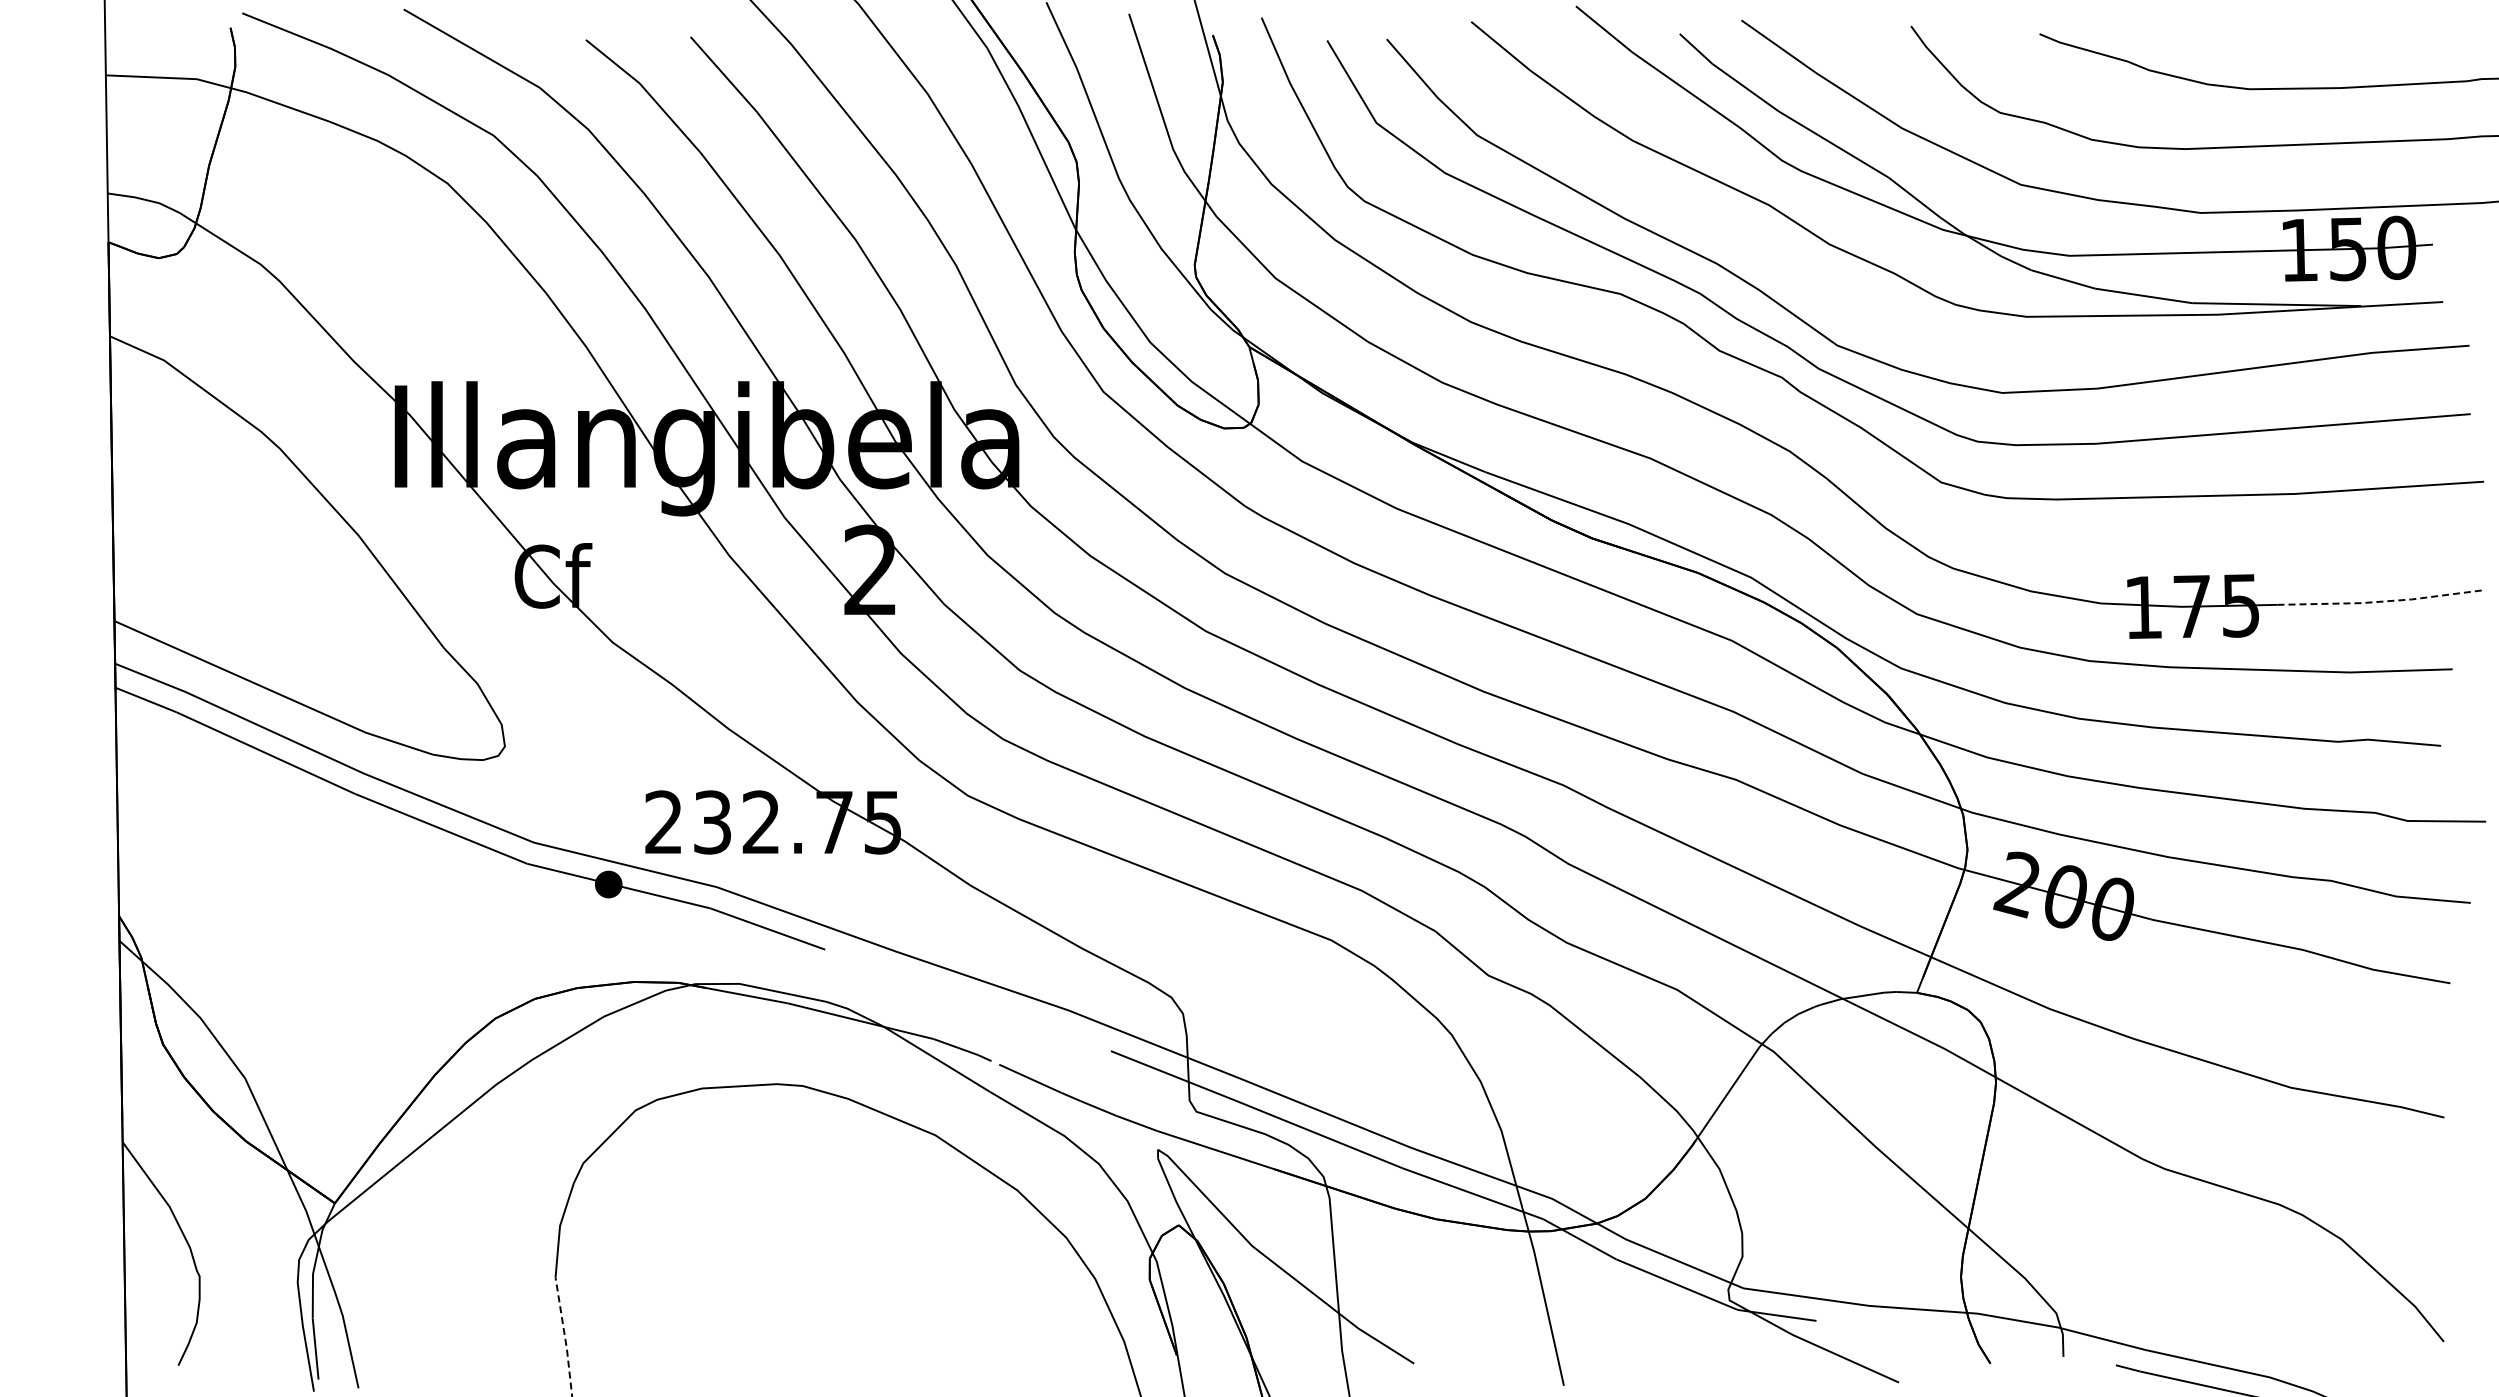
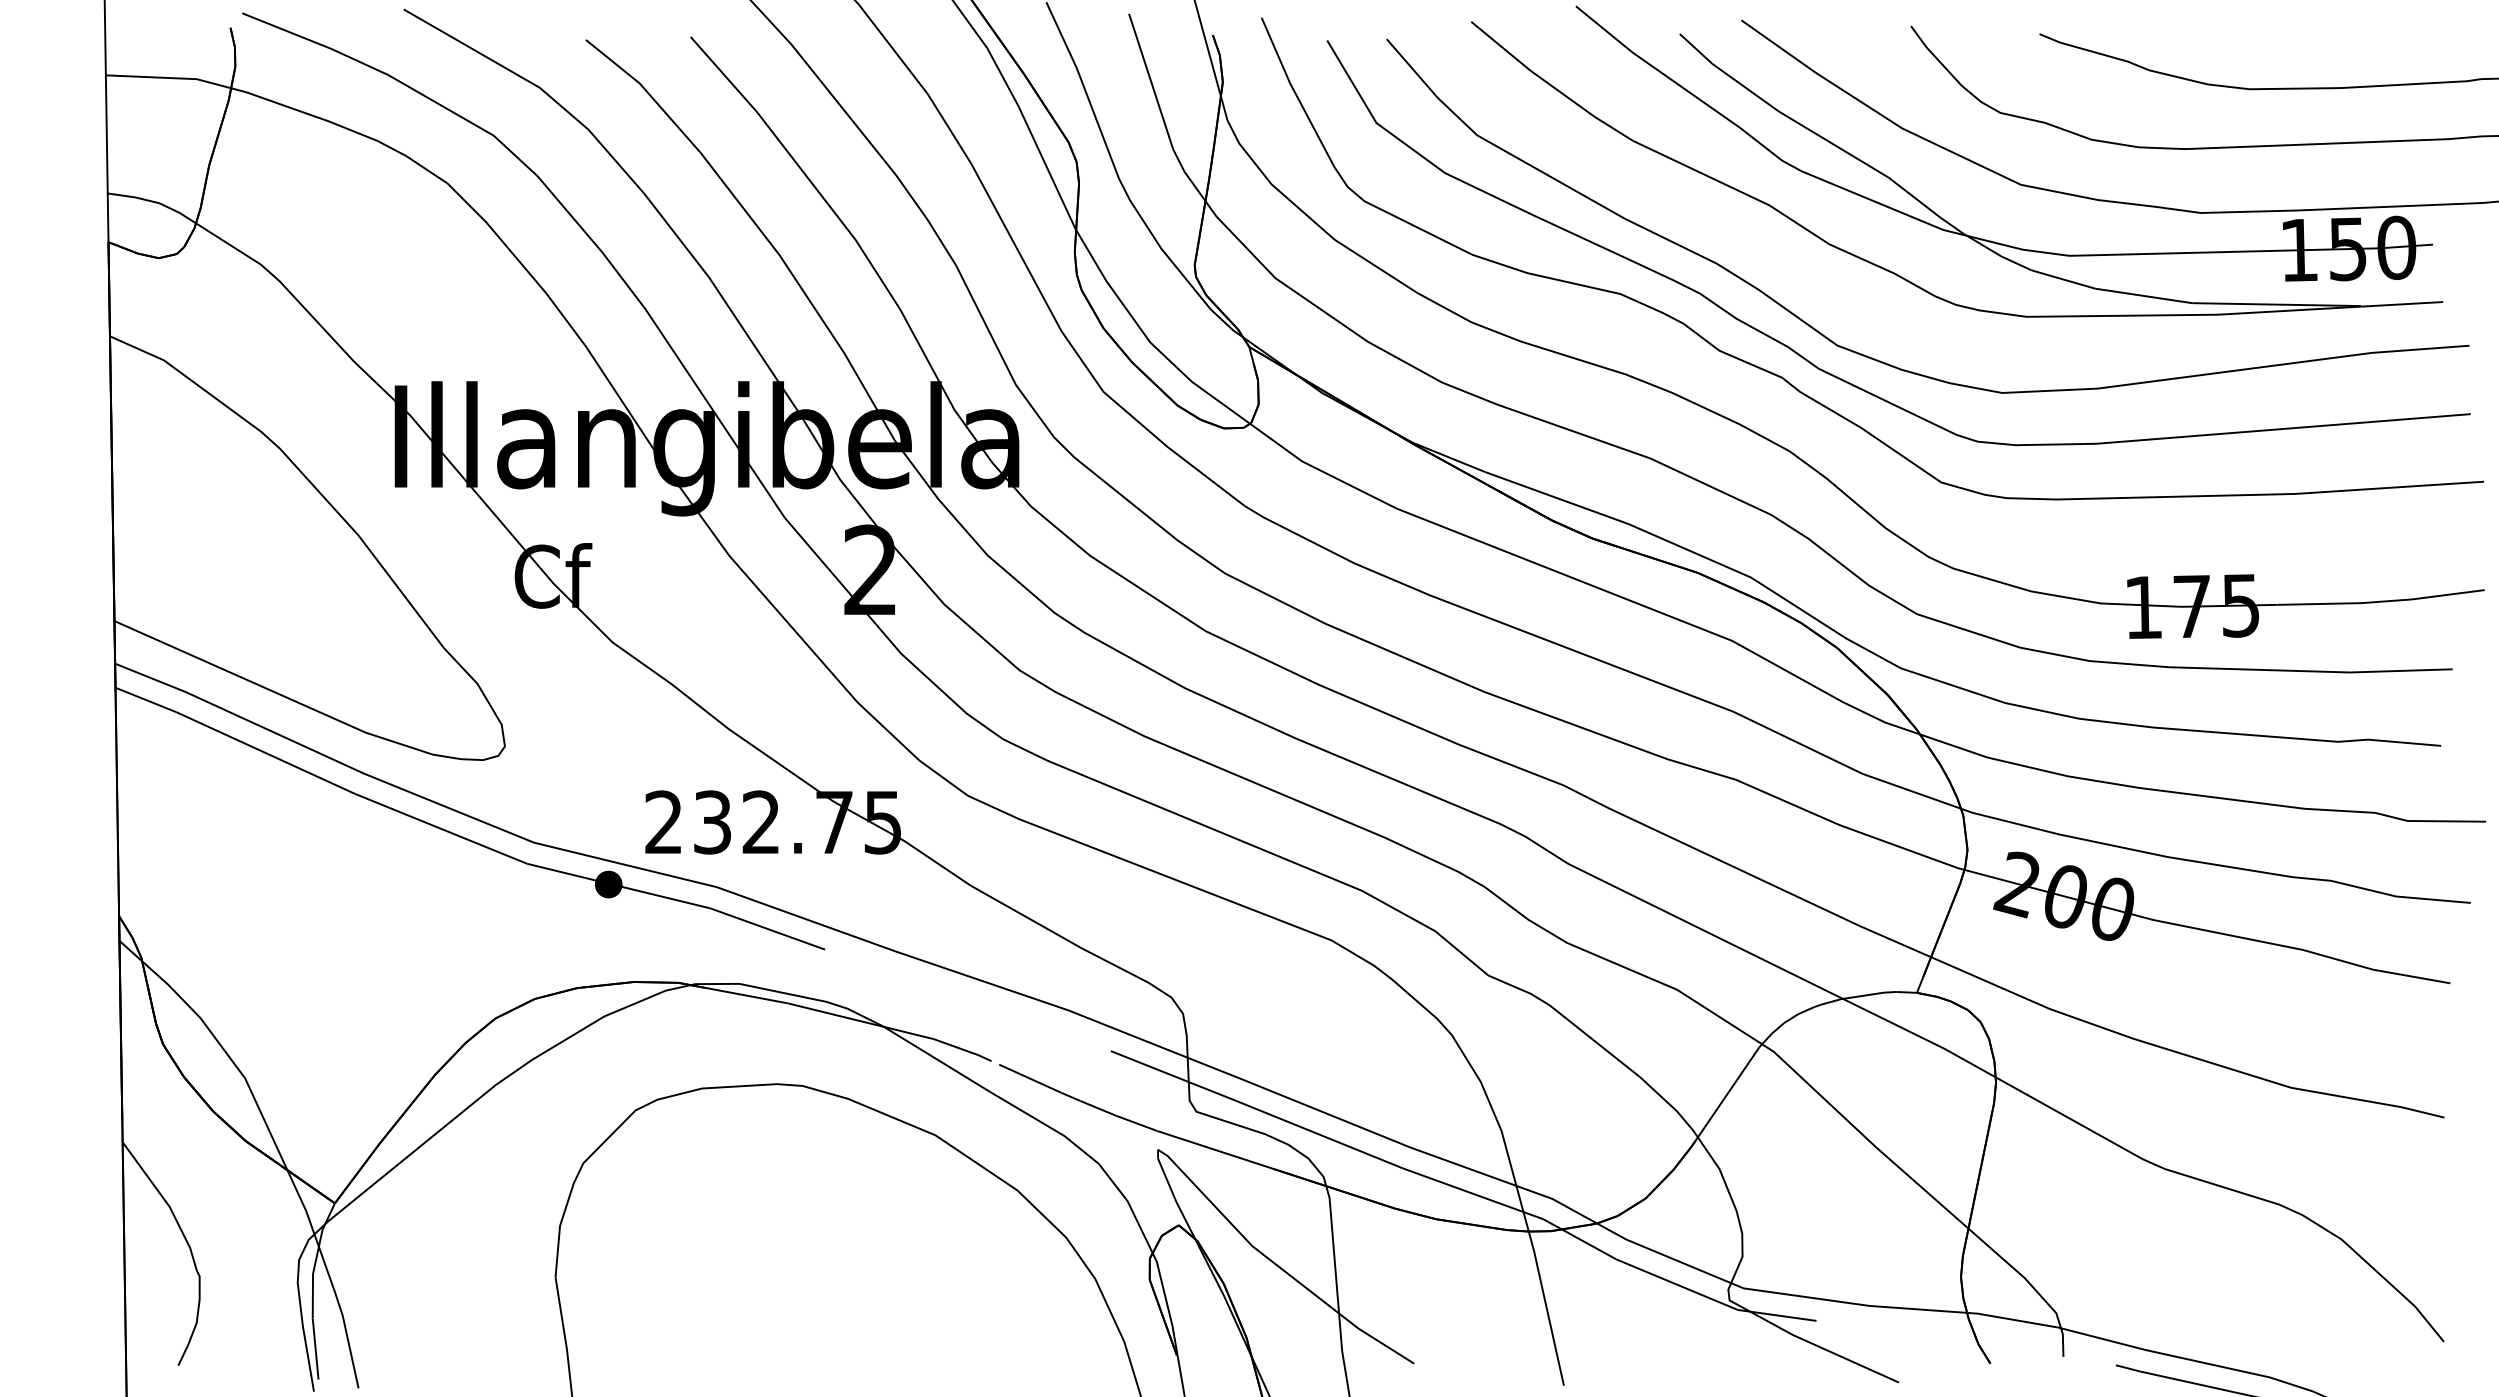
line at (2381, 601): dashed -> solid
line at (565, 1337): dashed -> solid
